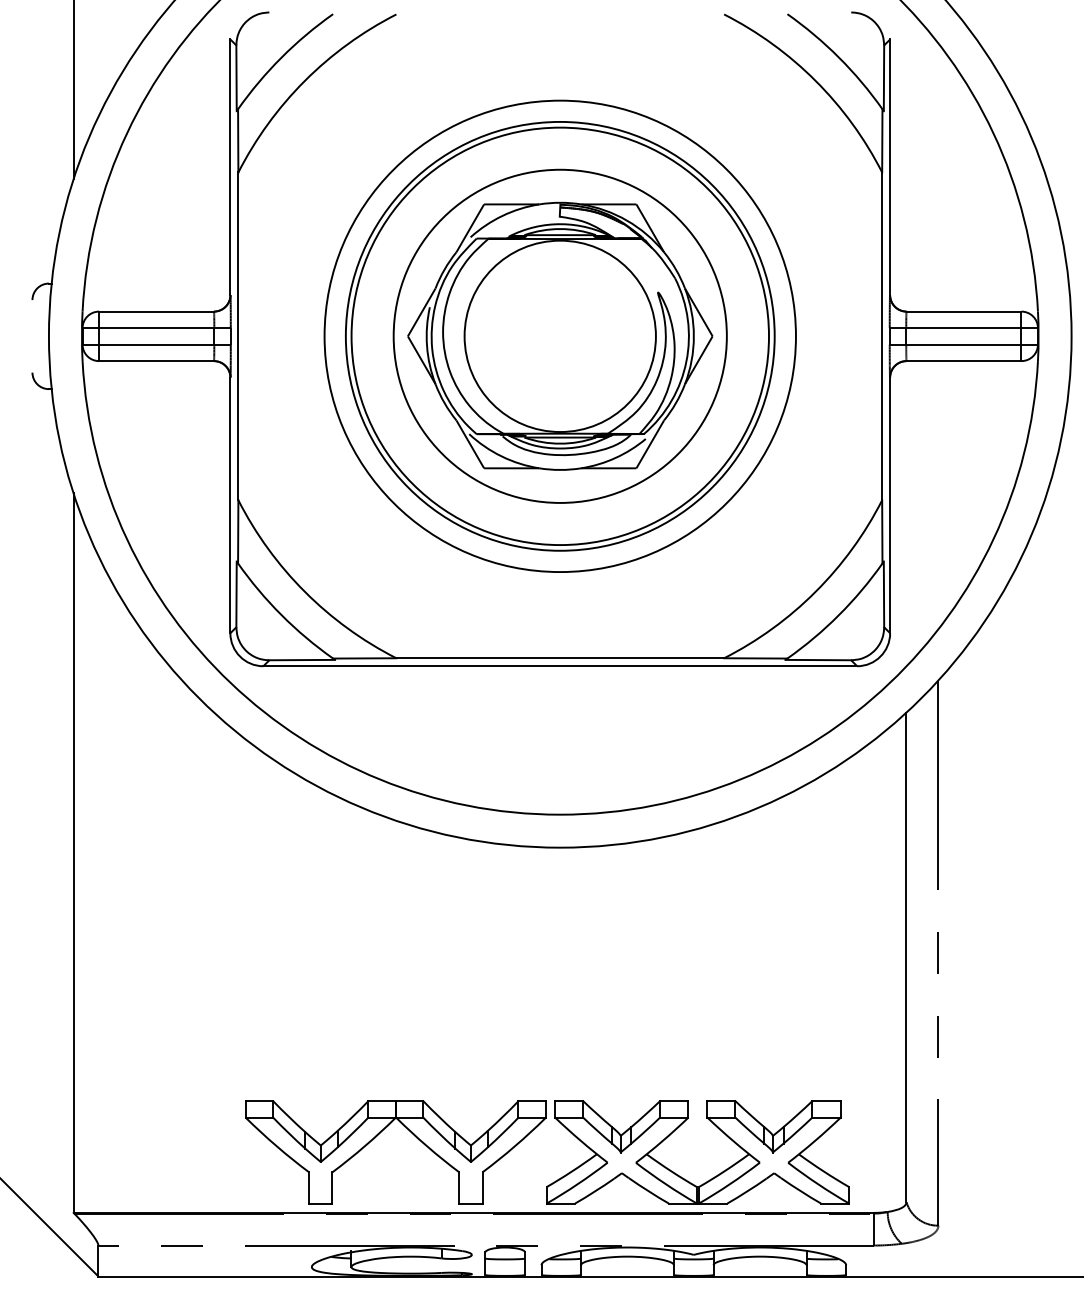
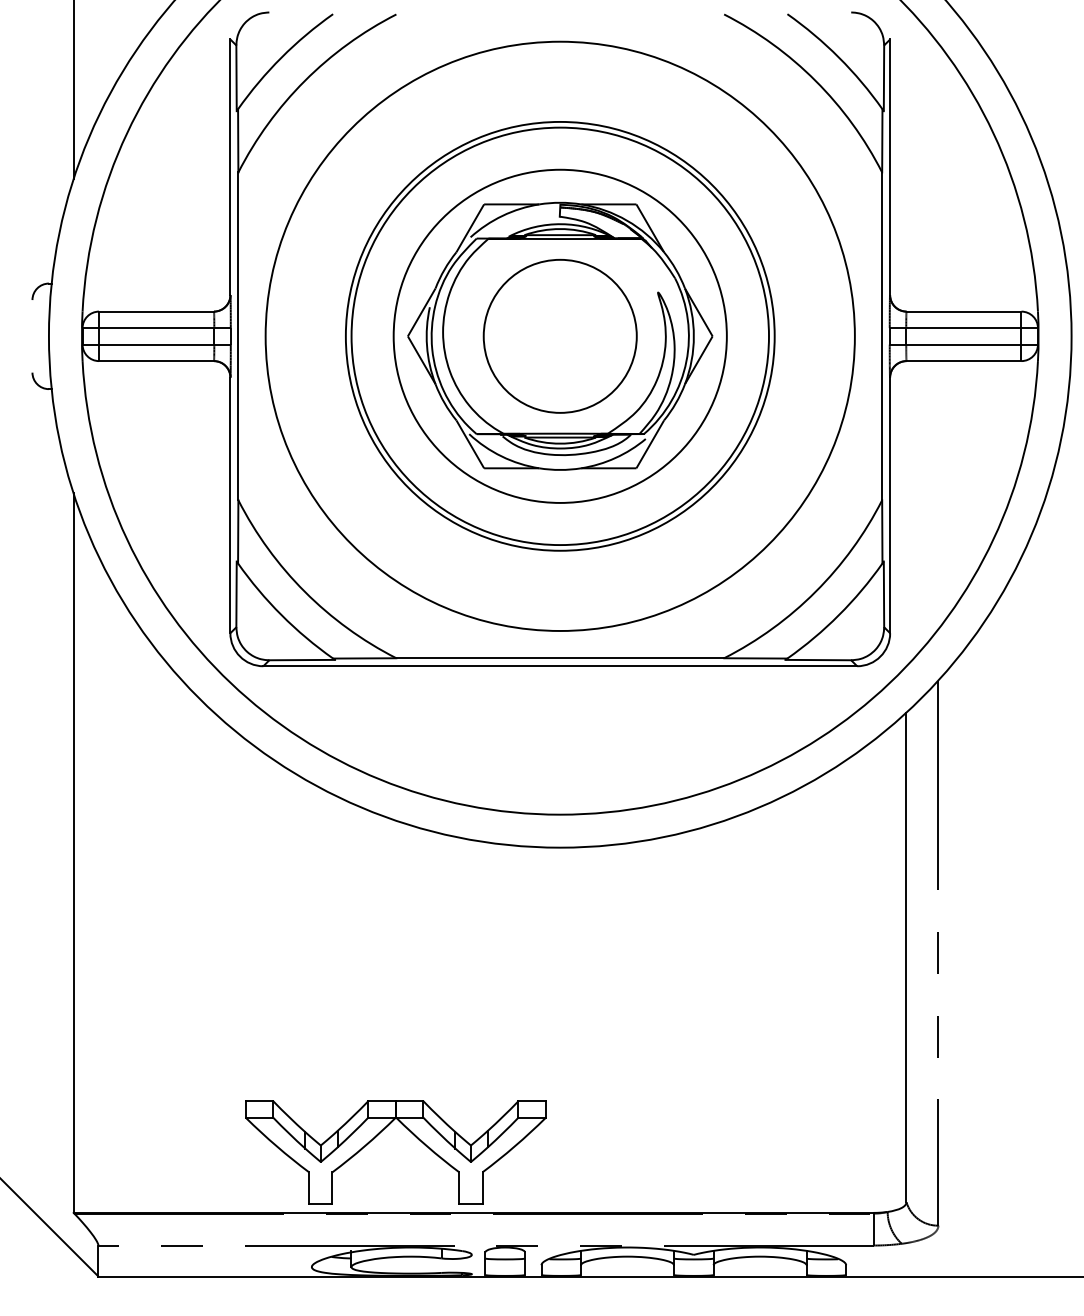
circle at (559, 336) diameter: 191 px -> 153 px
circle at (559, 336) diameter: 471 px -> 589 px
part at (683, 1177): present -> none
